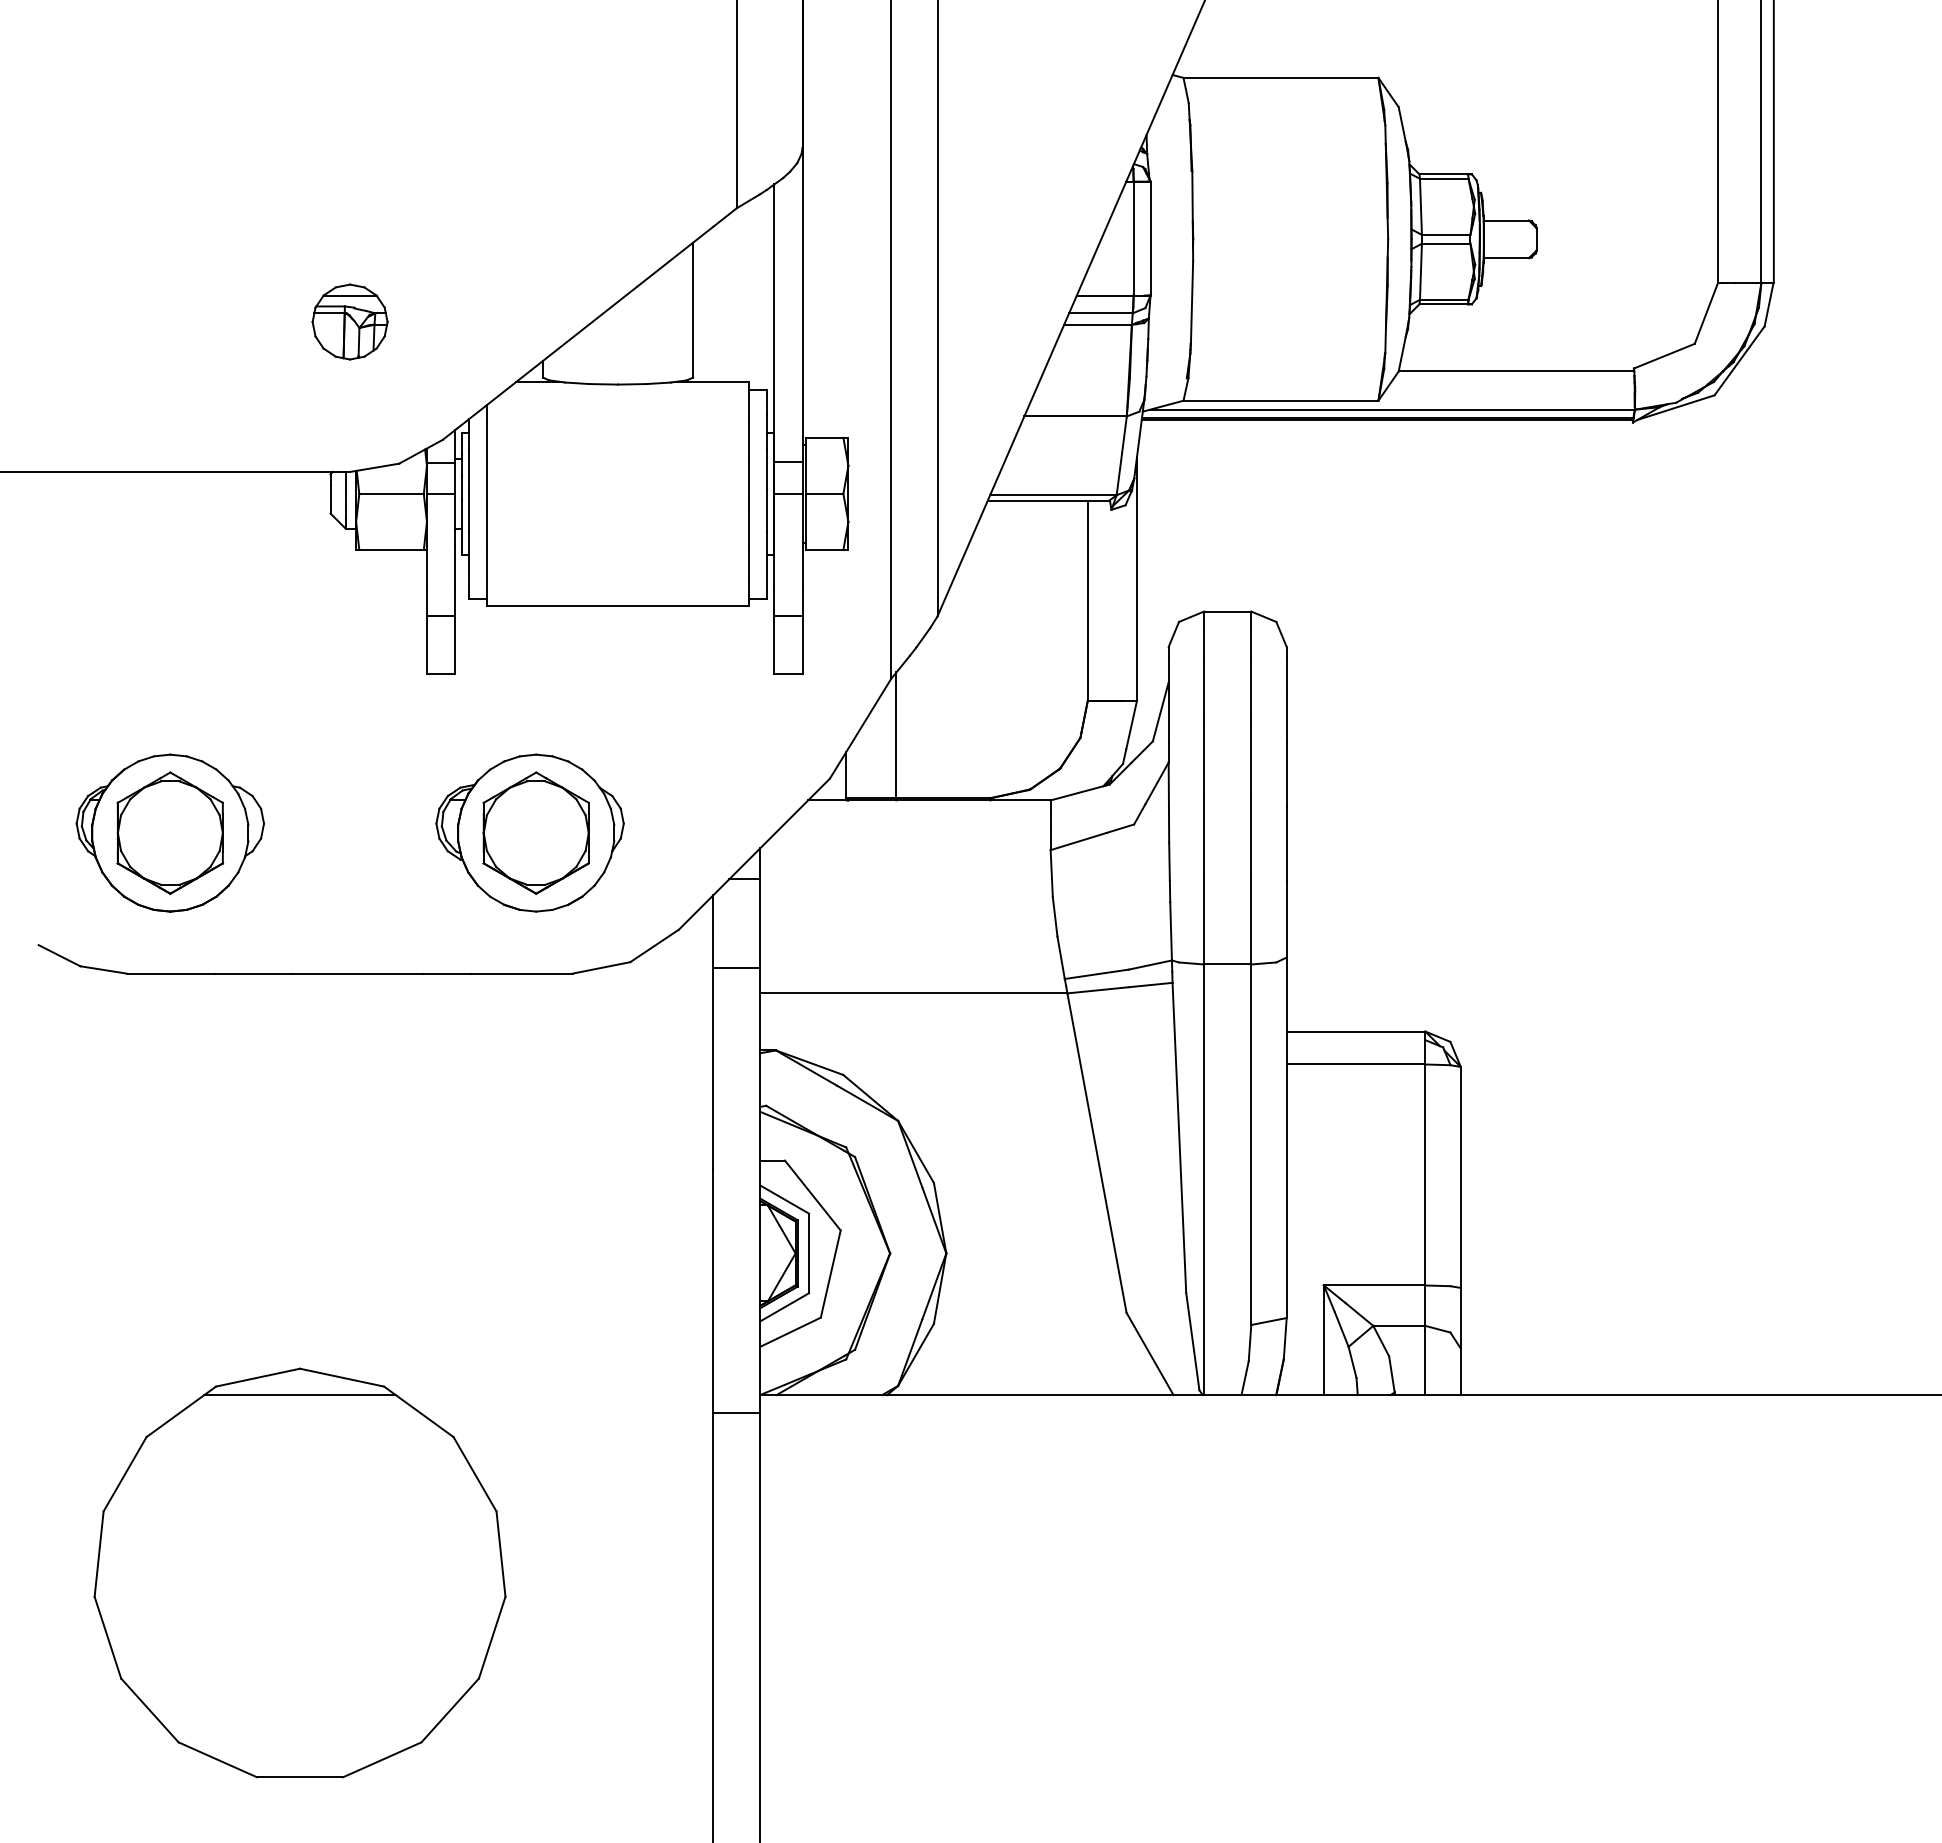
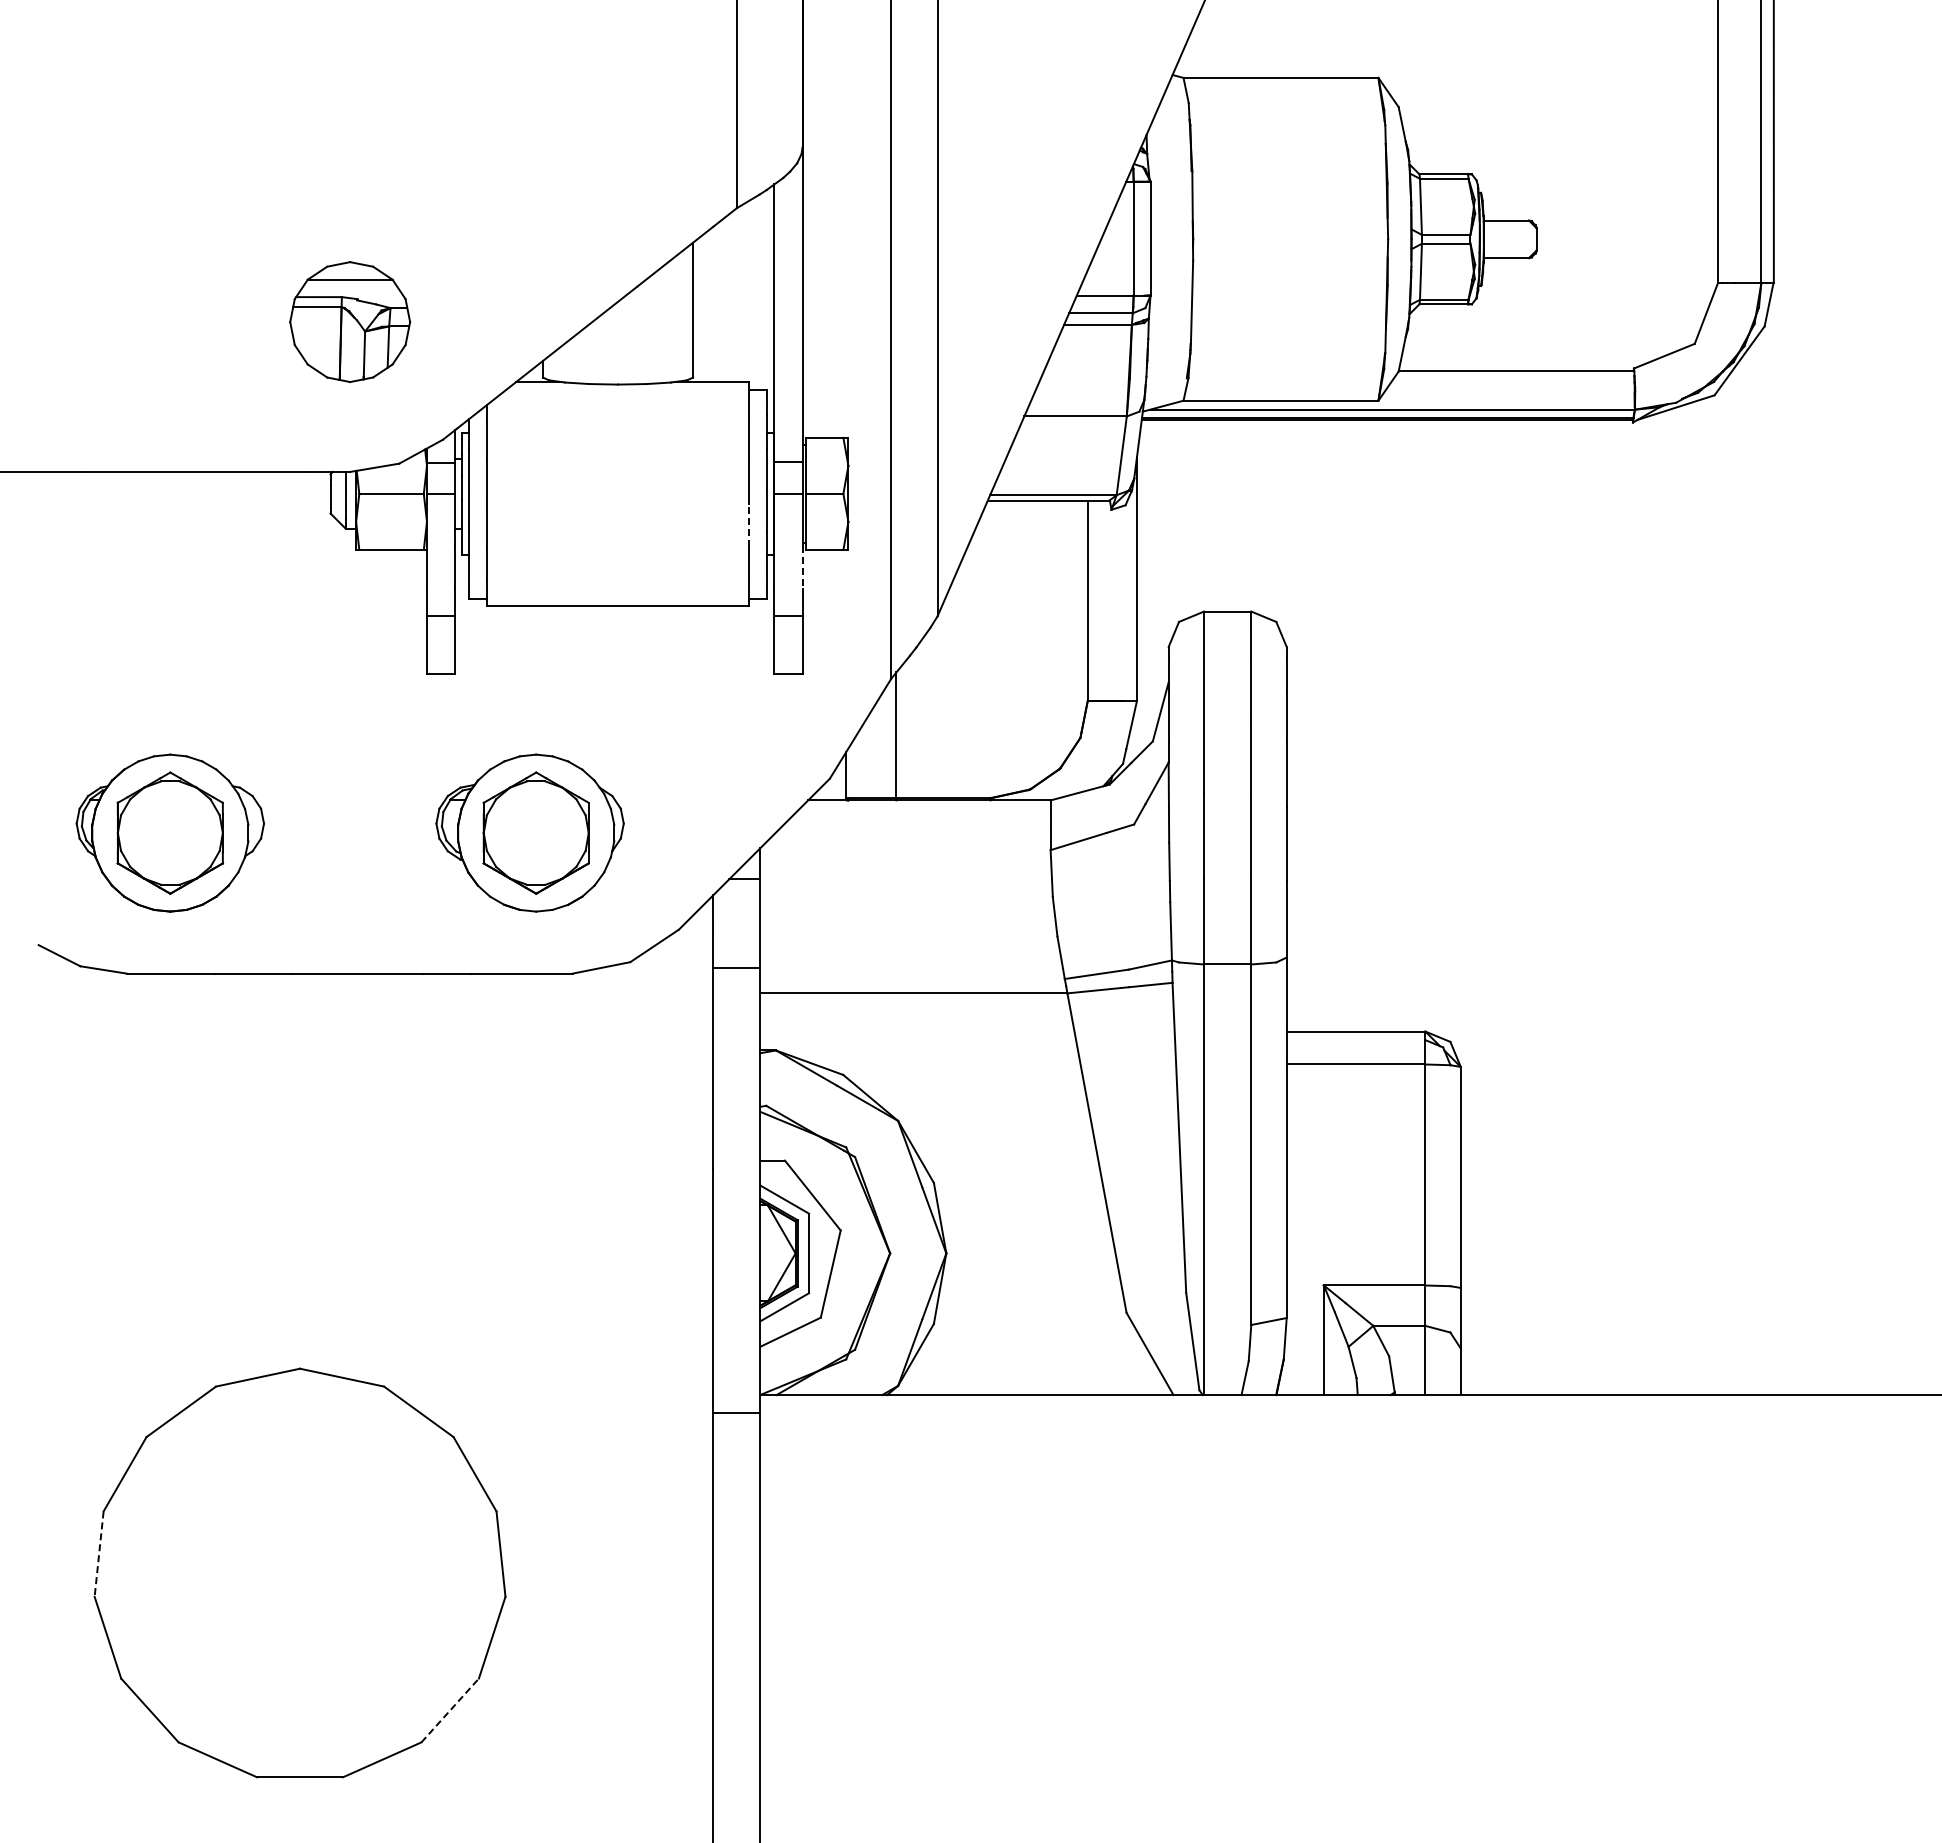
part at (349, 321) size: 78x78 px -> 123x122 px
line at (749, 525): solid -> dashed
line at (802, 567): solid -> dashed
line at (299, 1395): present -> none
line at (99, 1554): solid -> dashed
line at (450, 1710): solid -> dashed
